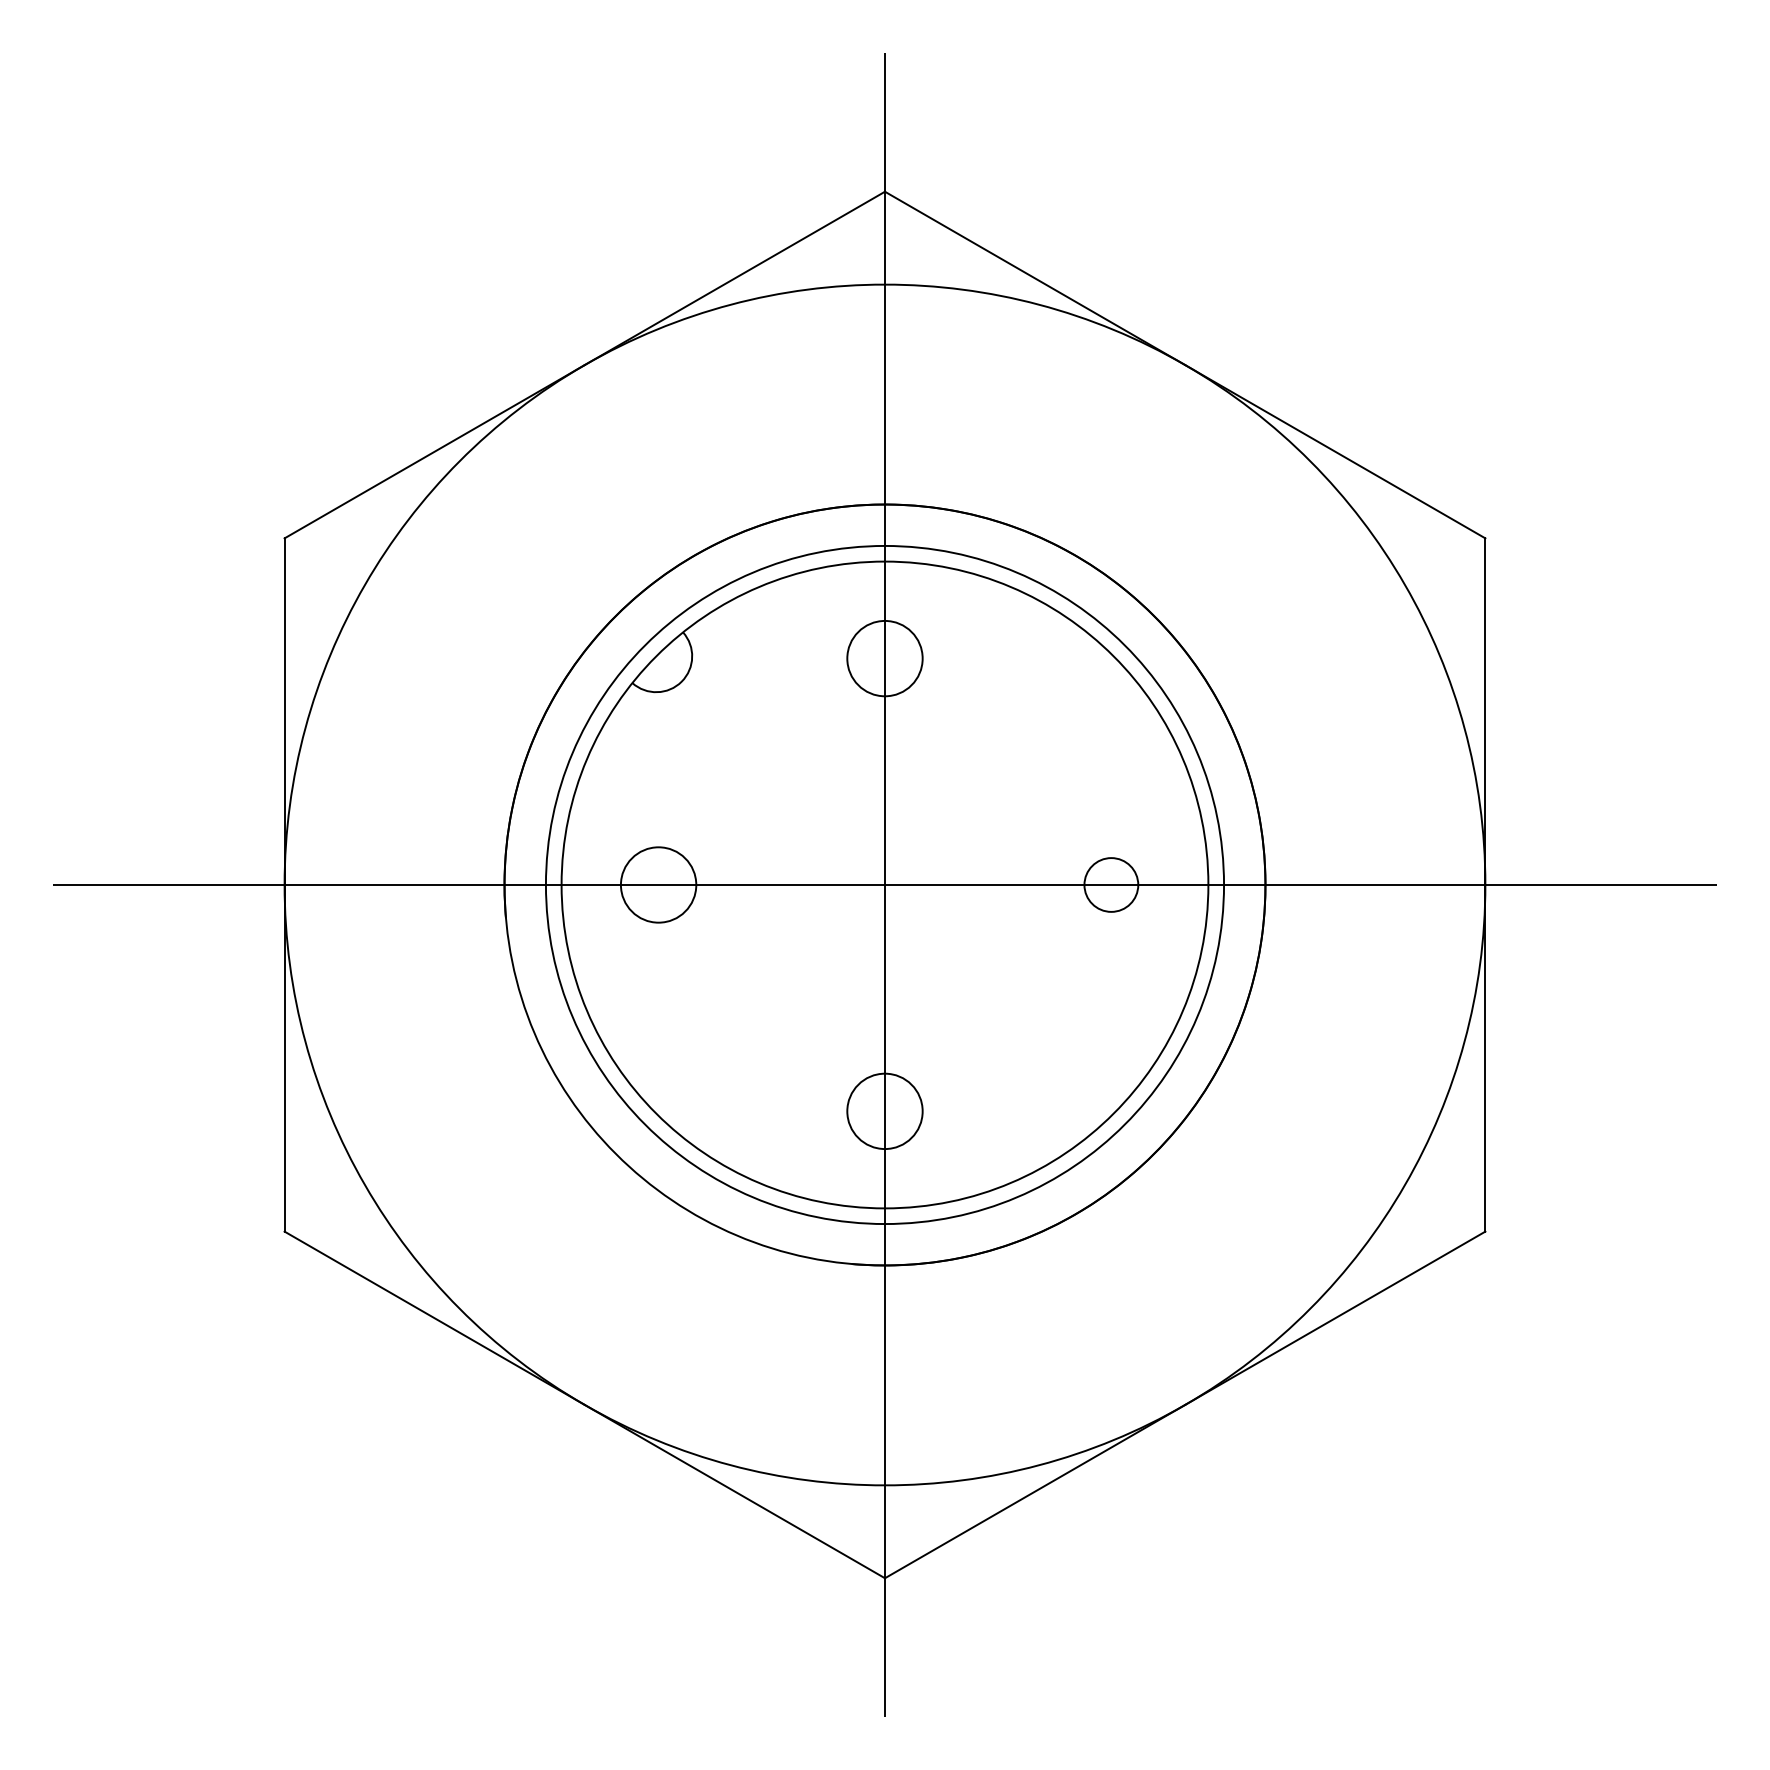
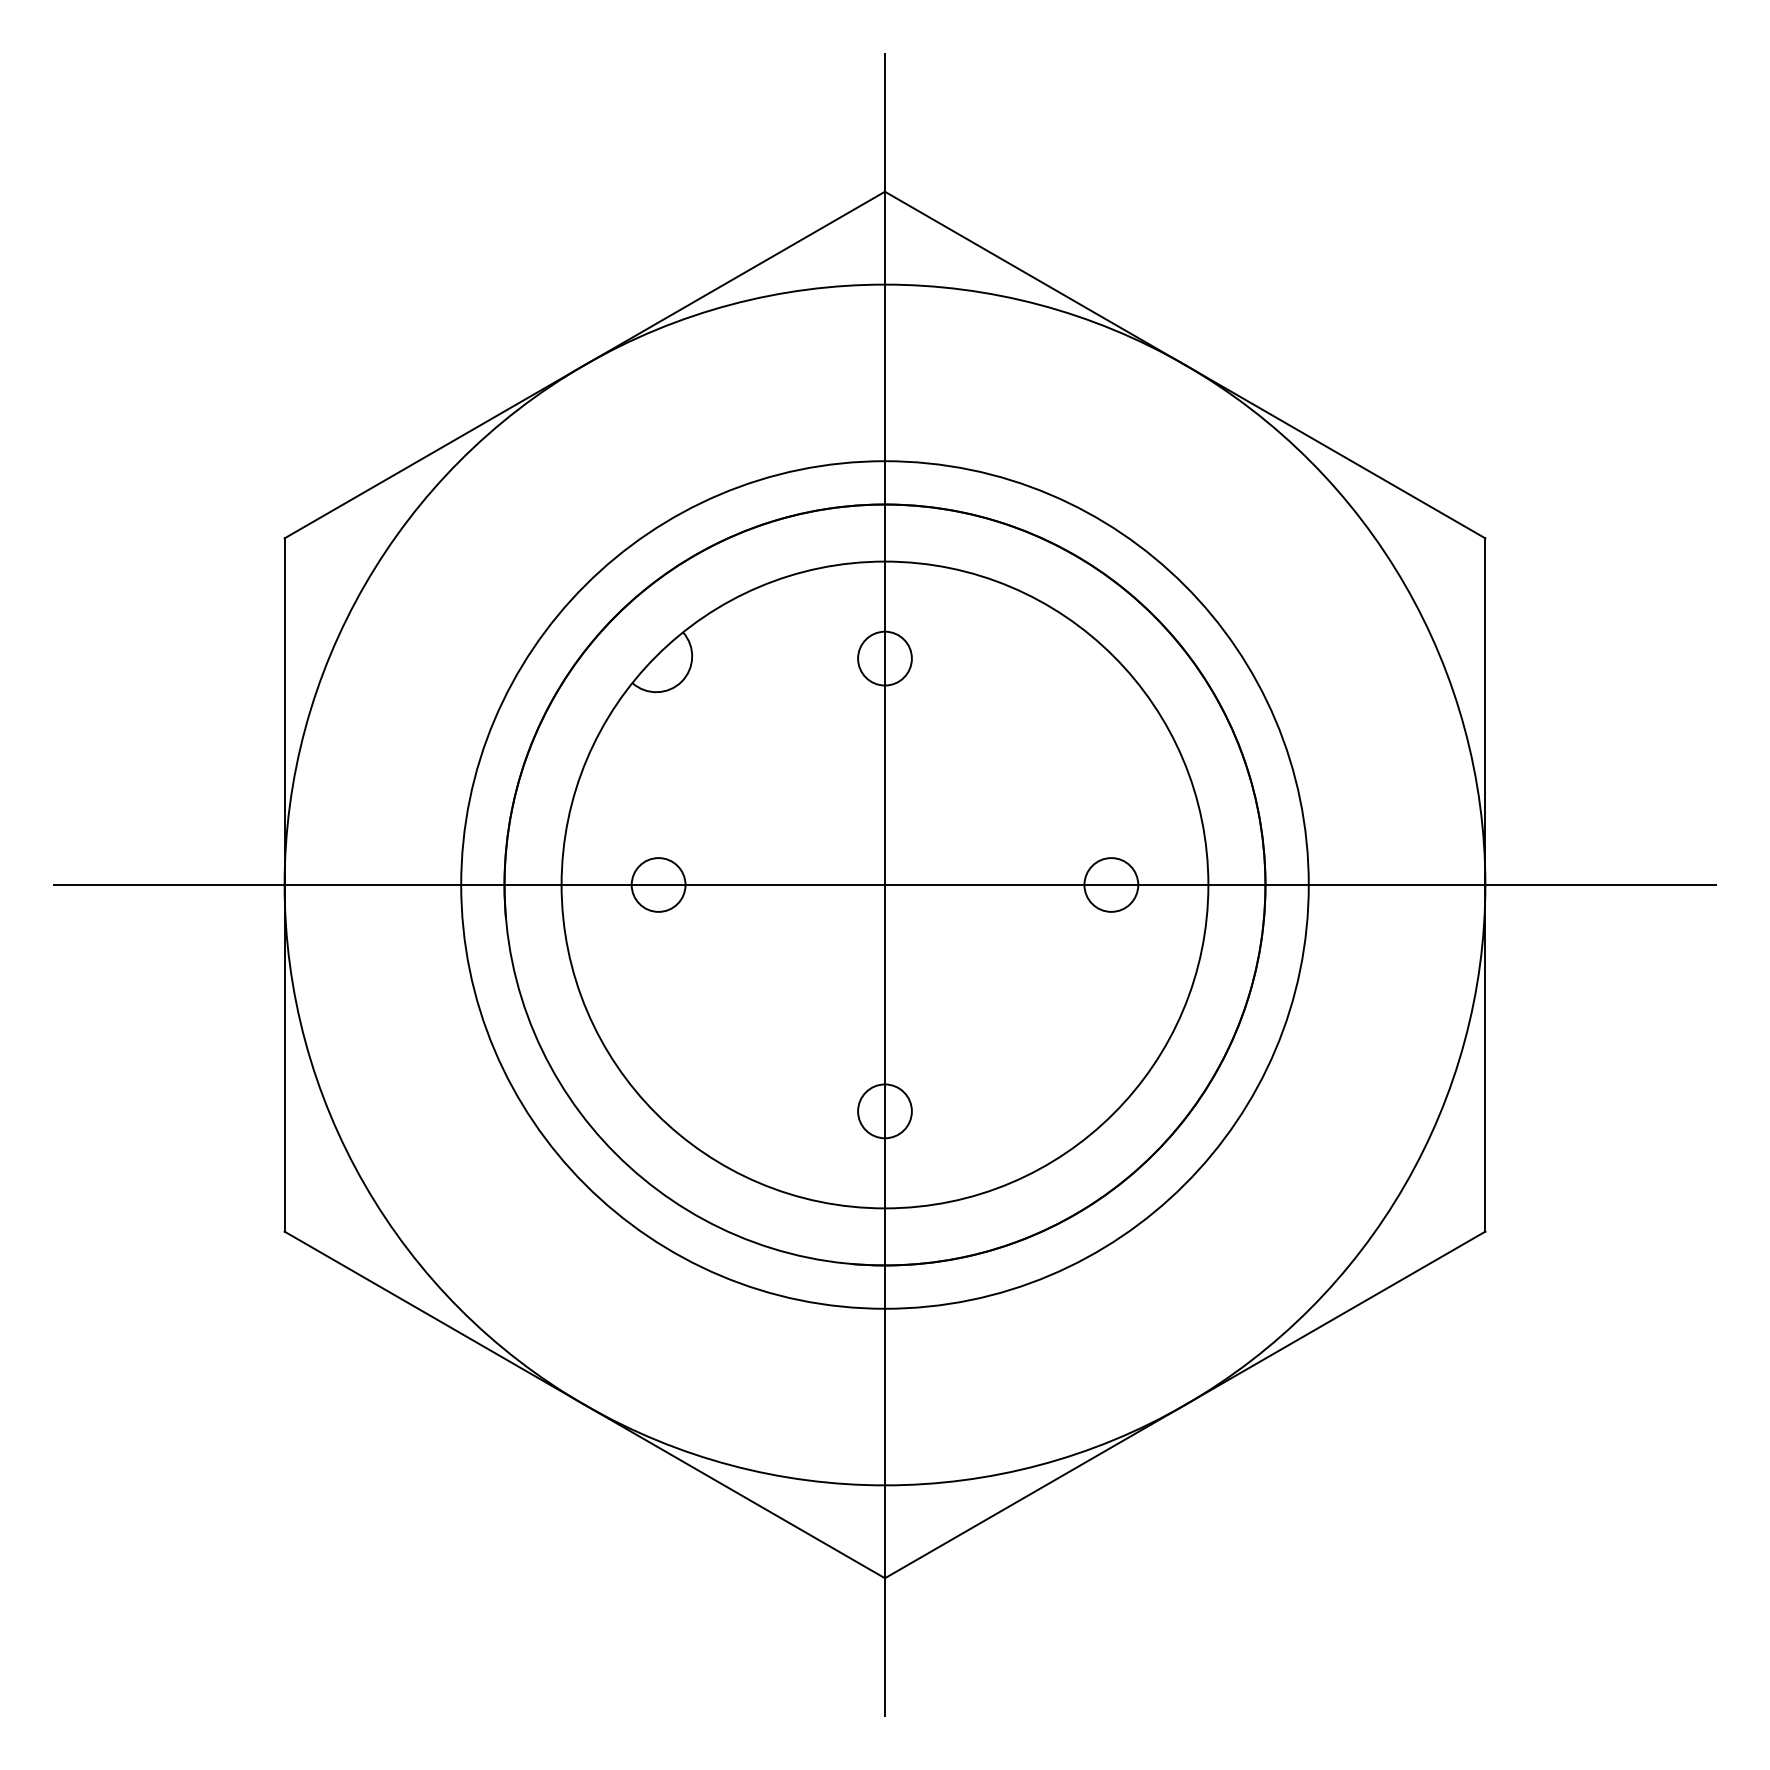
circle at (884, 658) diameter: 75 px -> 54 px
circle at (658, 884) diameter: 75 px -> 54 px
circle at (884, 884) diameter: 678 px -> 848 px
circle at (884, 1111) diameter: 75 px -> 54 px
